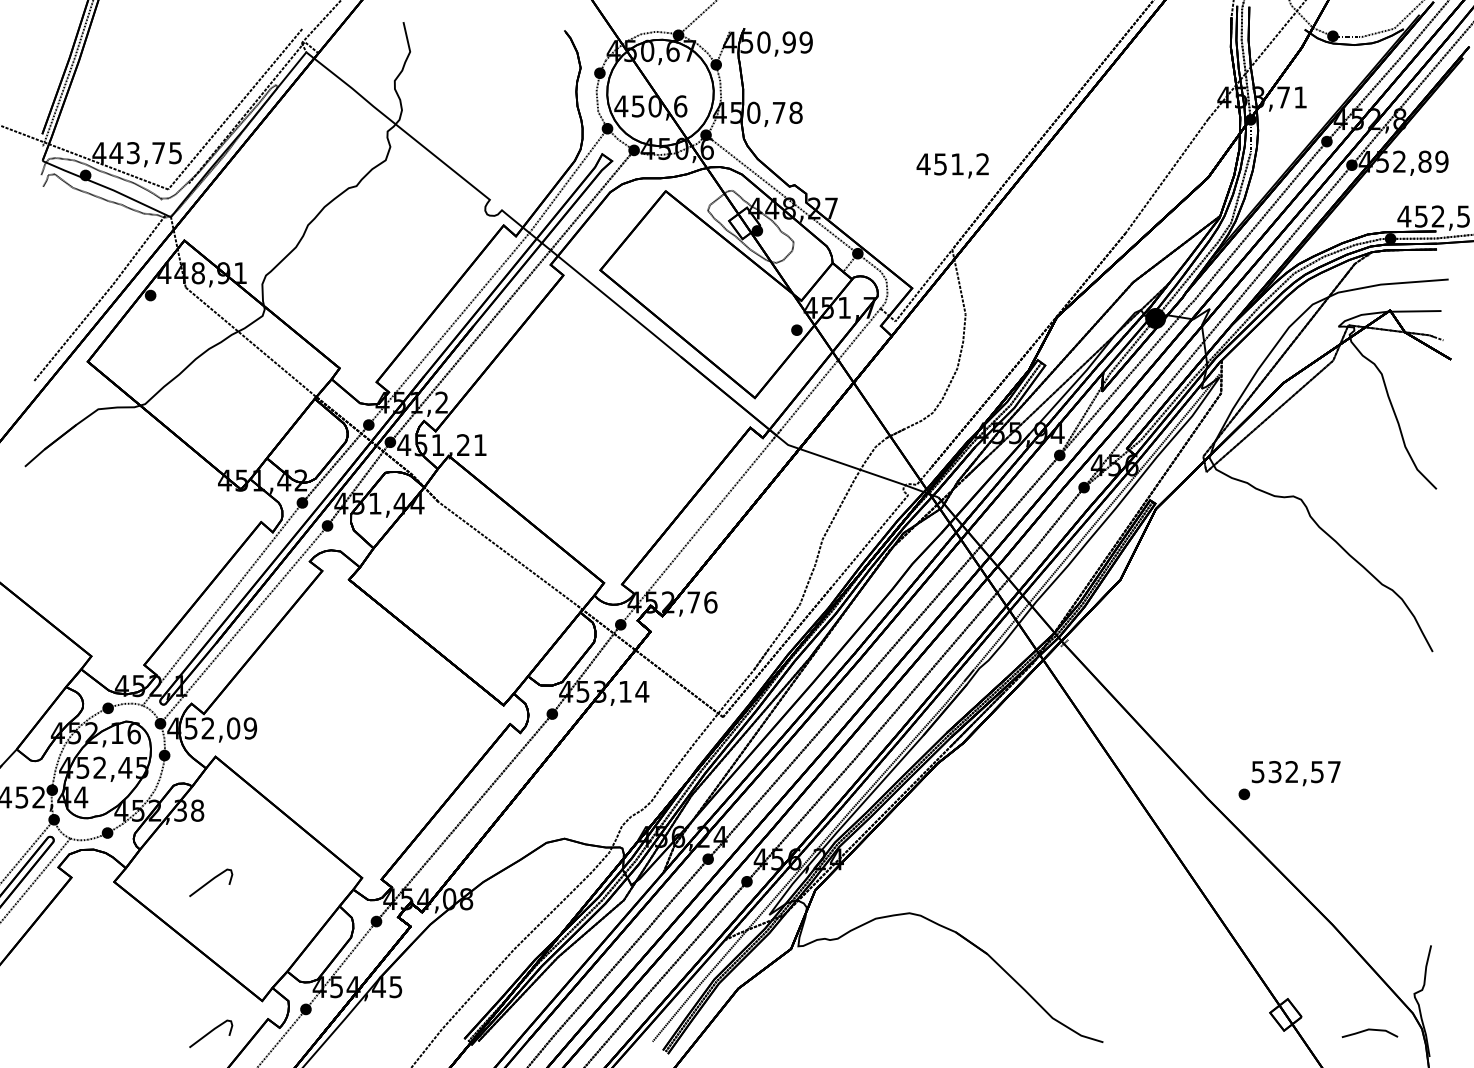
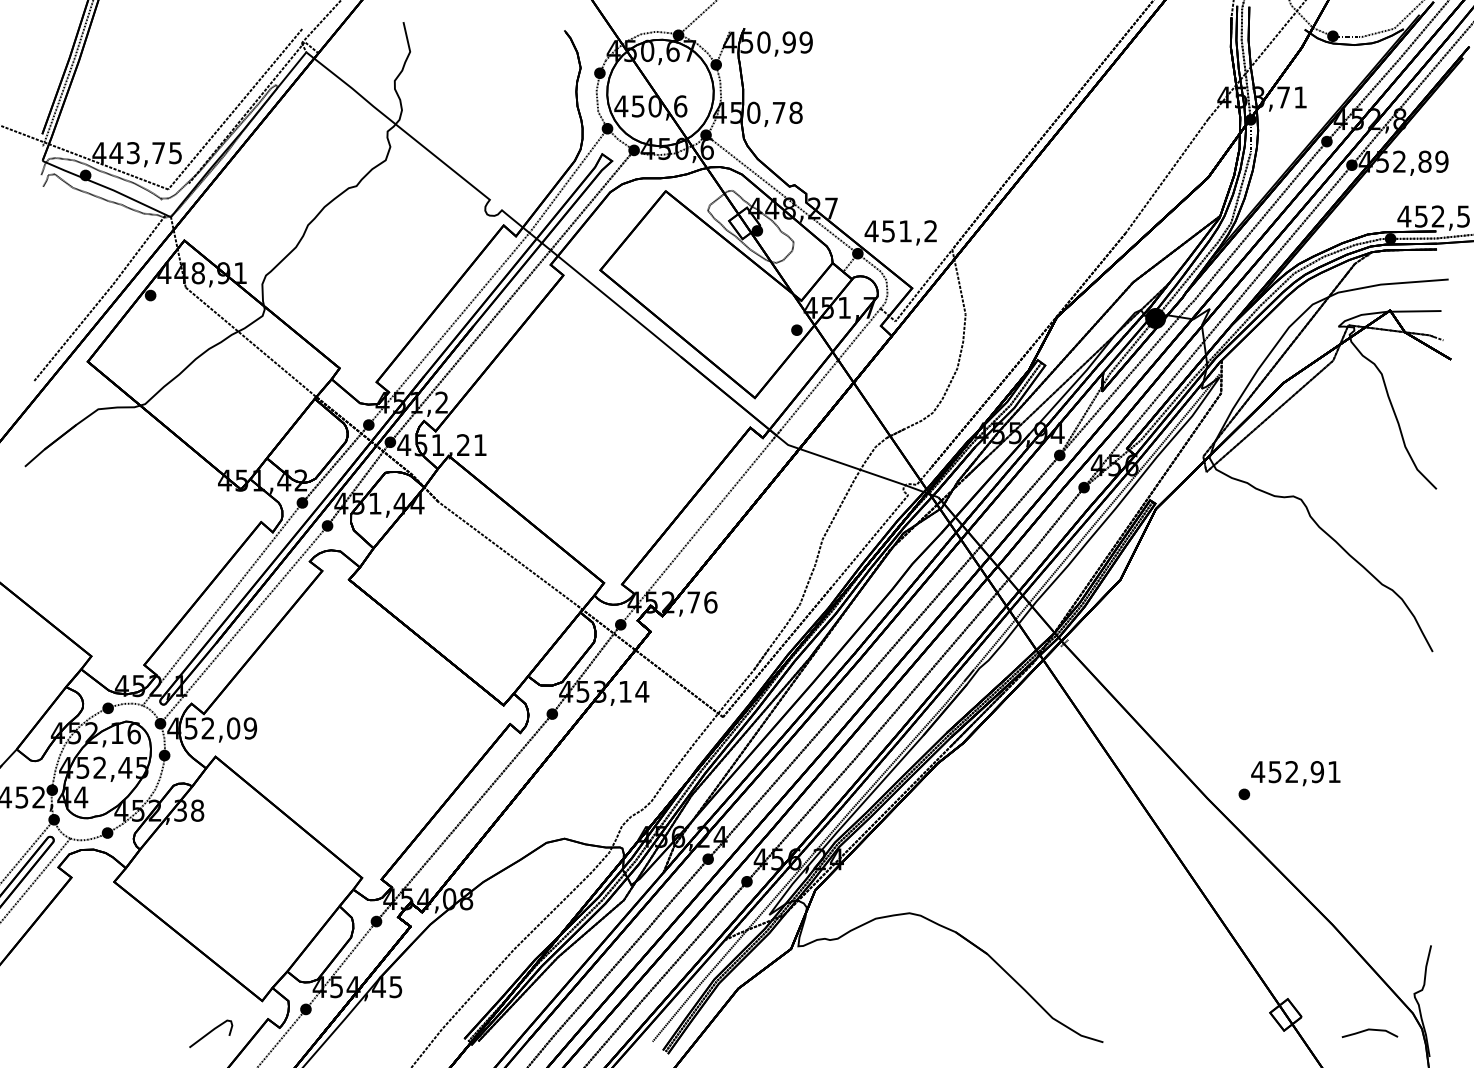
text at (952, 165) position: (952, 165) -> (900, 232)
text at (1295, 772): 532,57 -> 452,91
curve at (211, 881): present -> none
